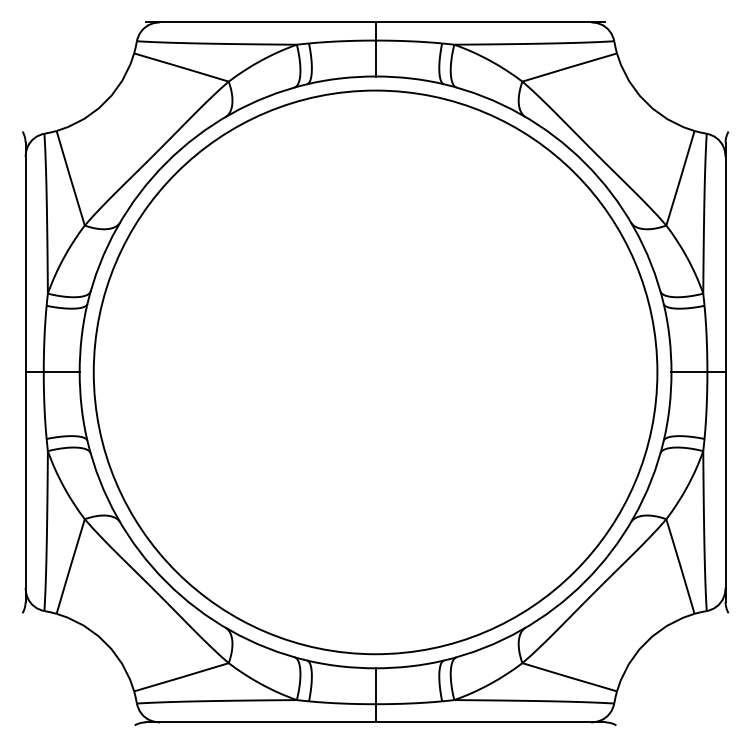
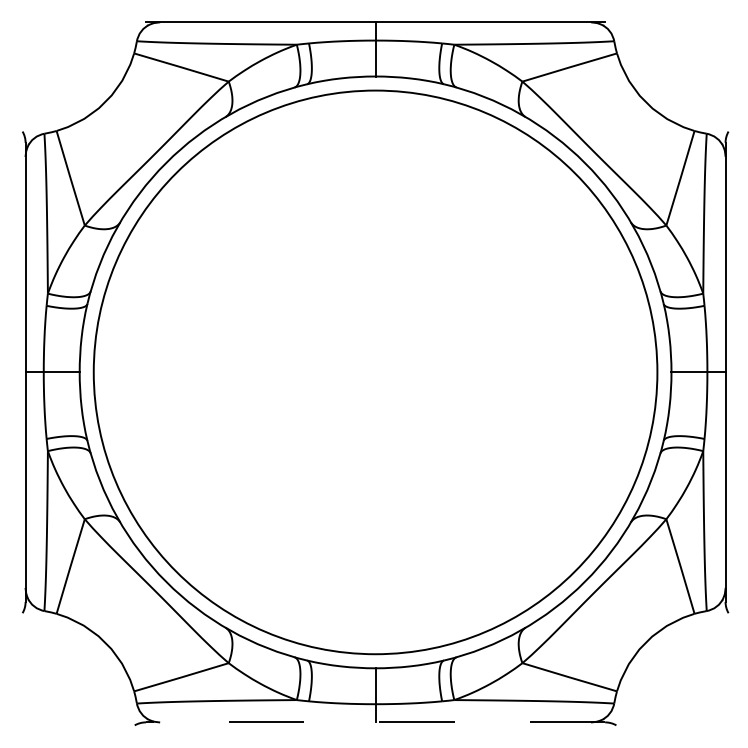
line at (375, 722): solid -> dashed
